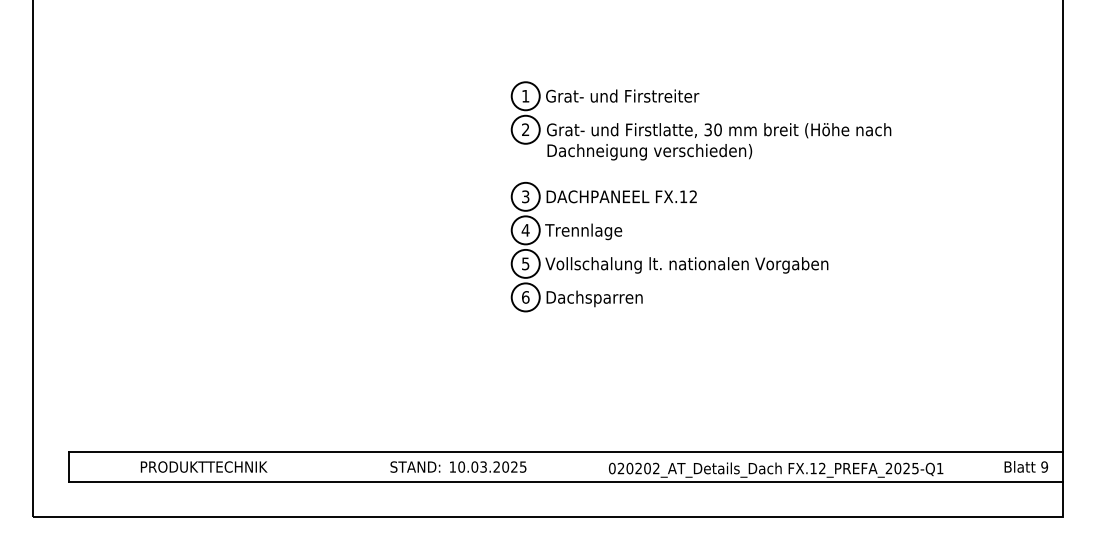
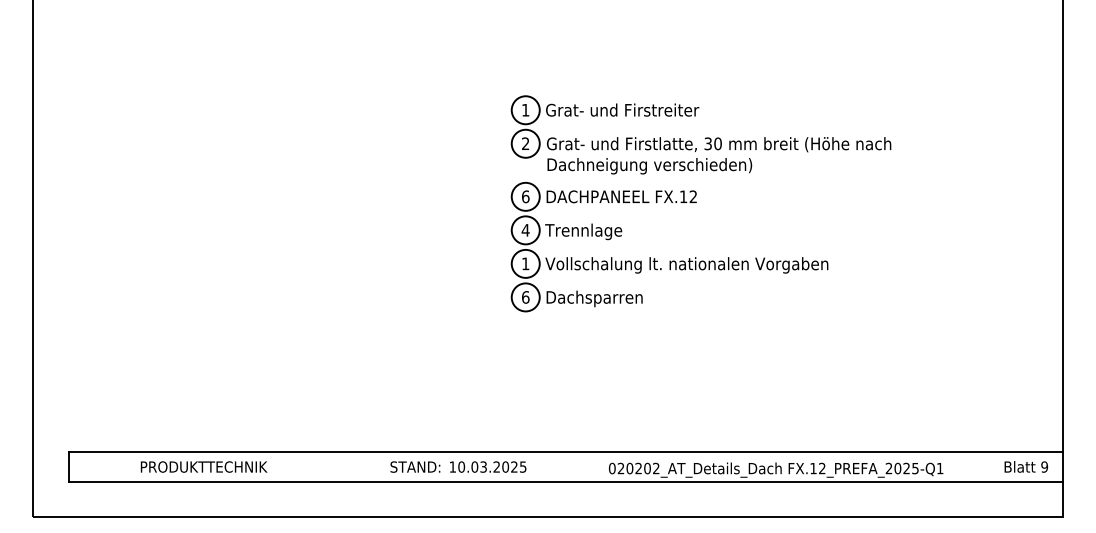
part at (700, 120) position: (700, 120) -> (700, 134)
text at (525, 196): 3 -> 6
text at (525, 263): 5 -> 1
